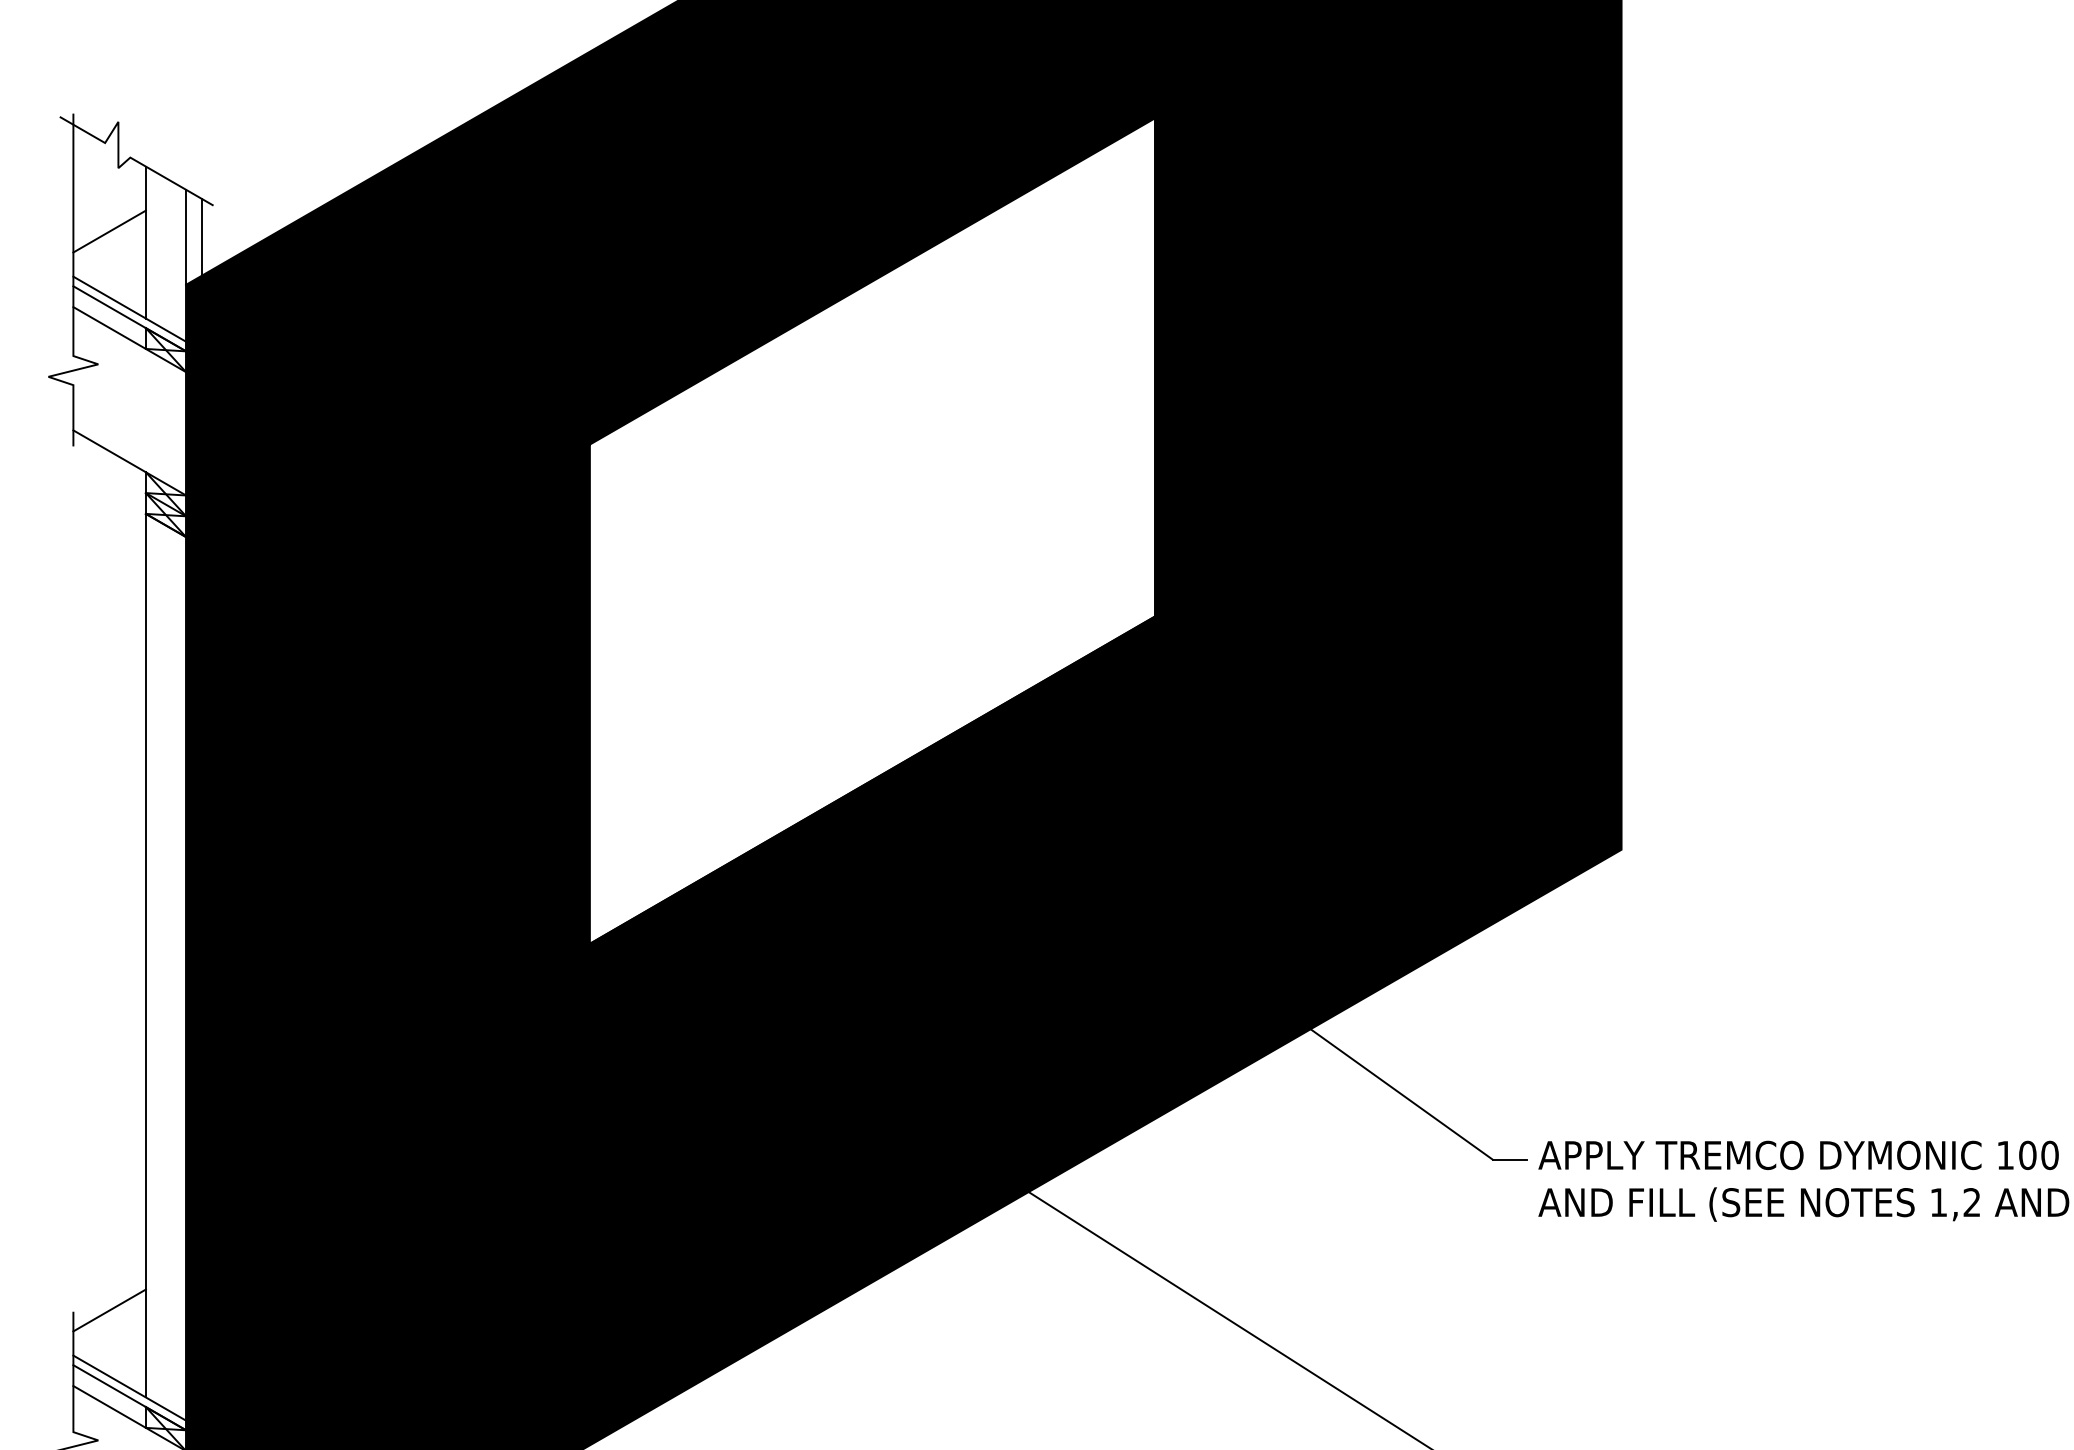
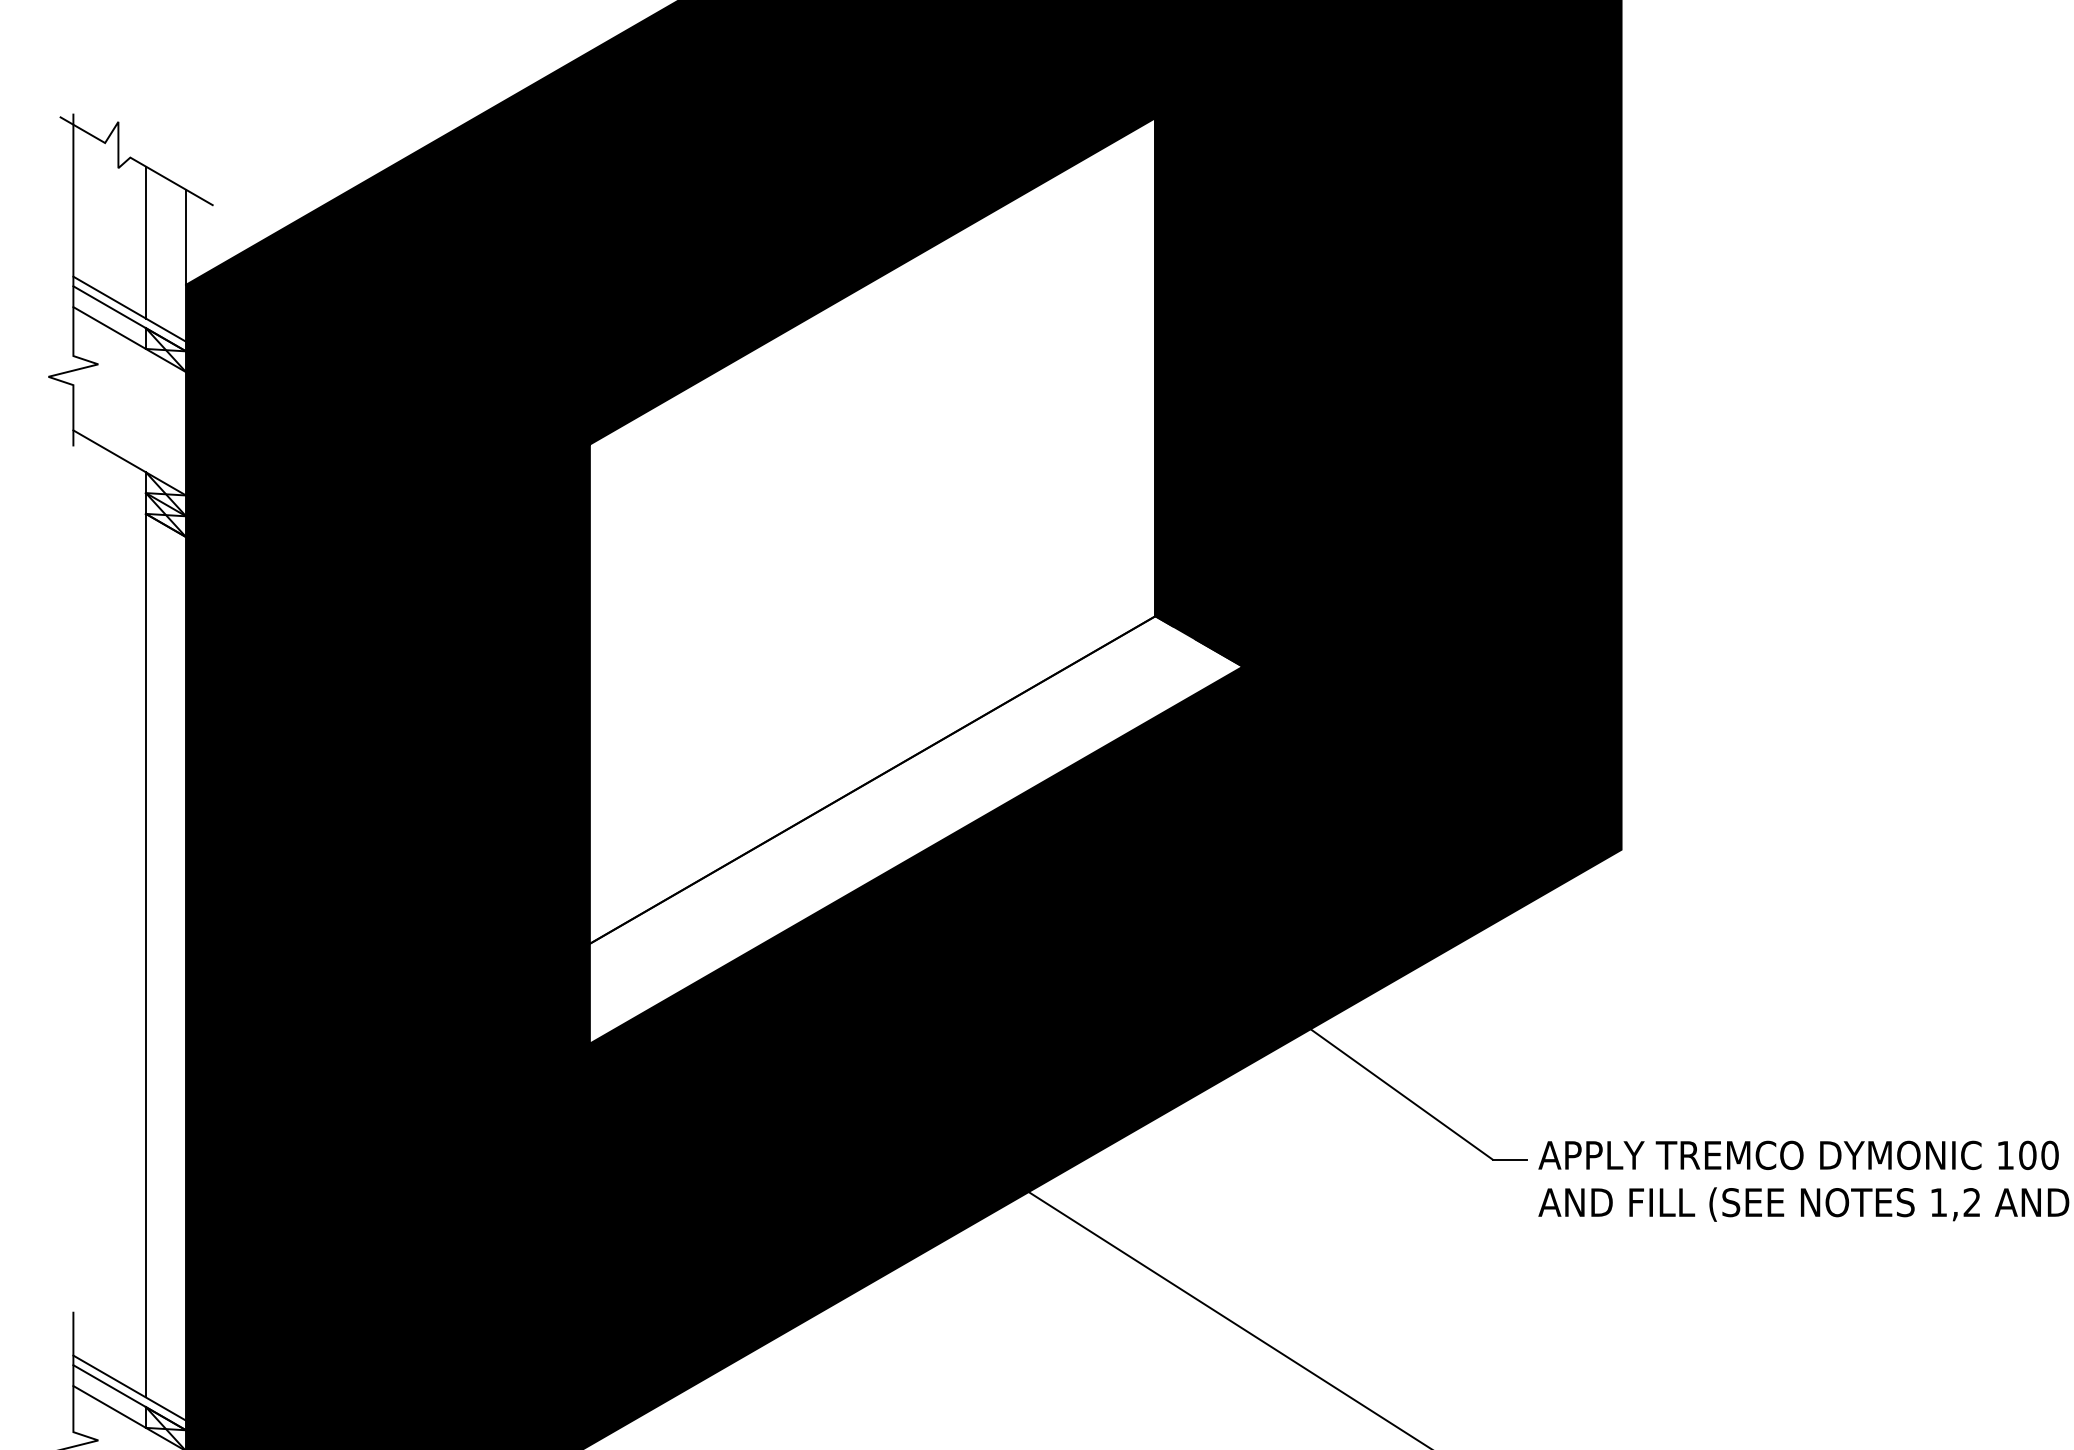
line at (109, 231): present -> none
line at (201, 236): present -> none
fill at (915, 829): present -> none
line at (109, 1310): present -> none
